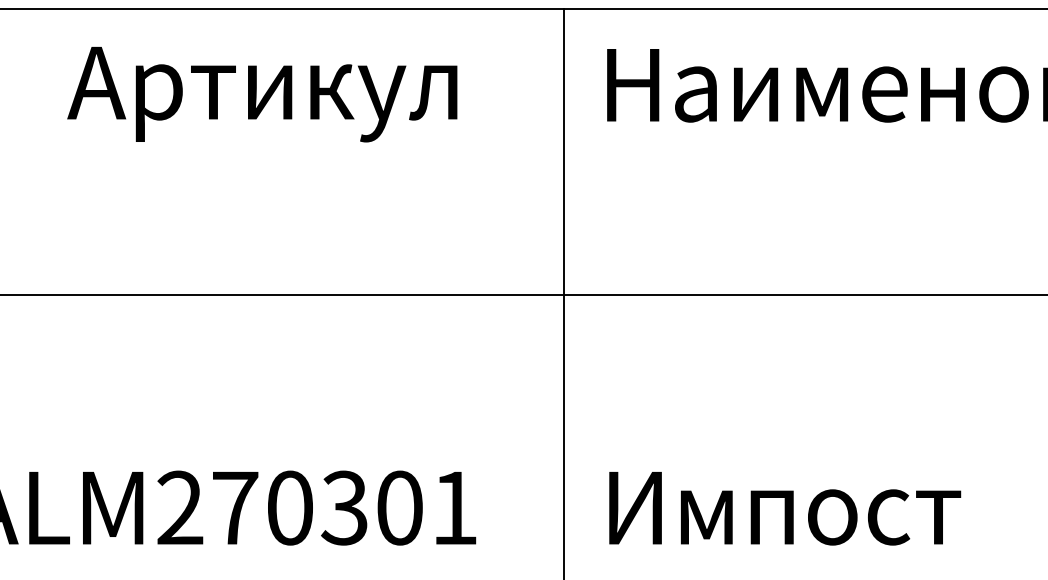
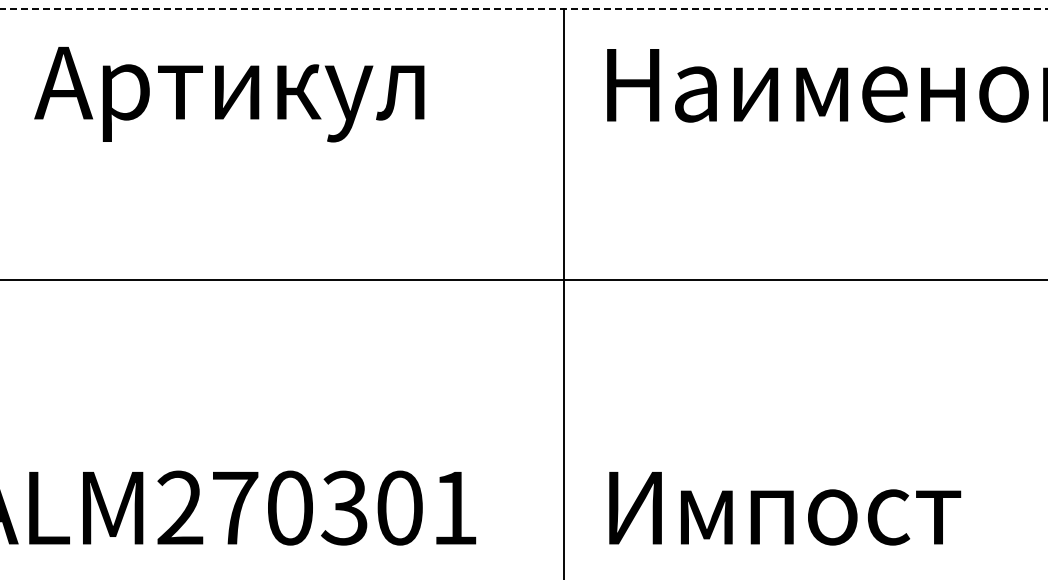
line at (524, 8): solid -> dashed
text at (262, 94) position: (262, 94) -> (229, 94)
line at (523, 295) position: (523, 295) -> (523, 280)
